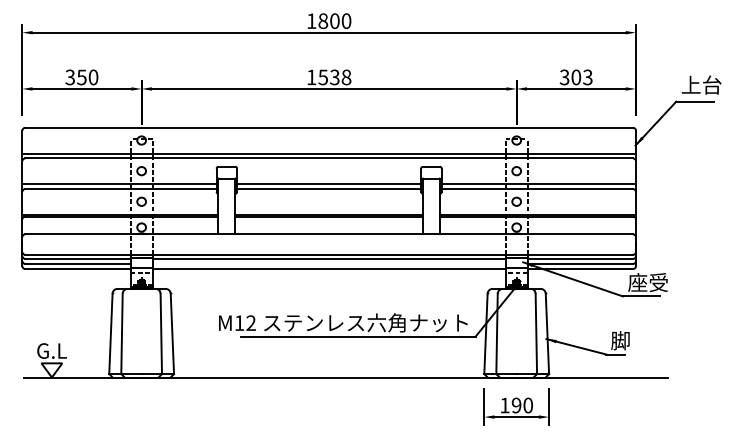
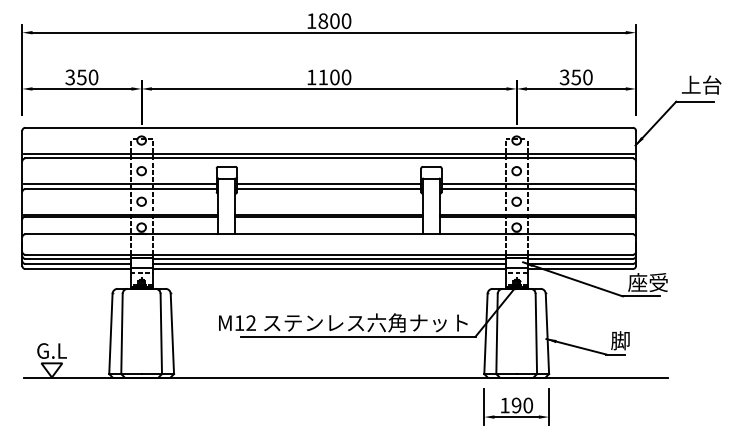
text at (334, 77): 1538 -> 1100
text at (581, 77): 303 -> 350
line at (328, 263): none -> present
